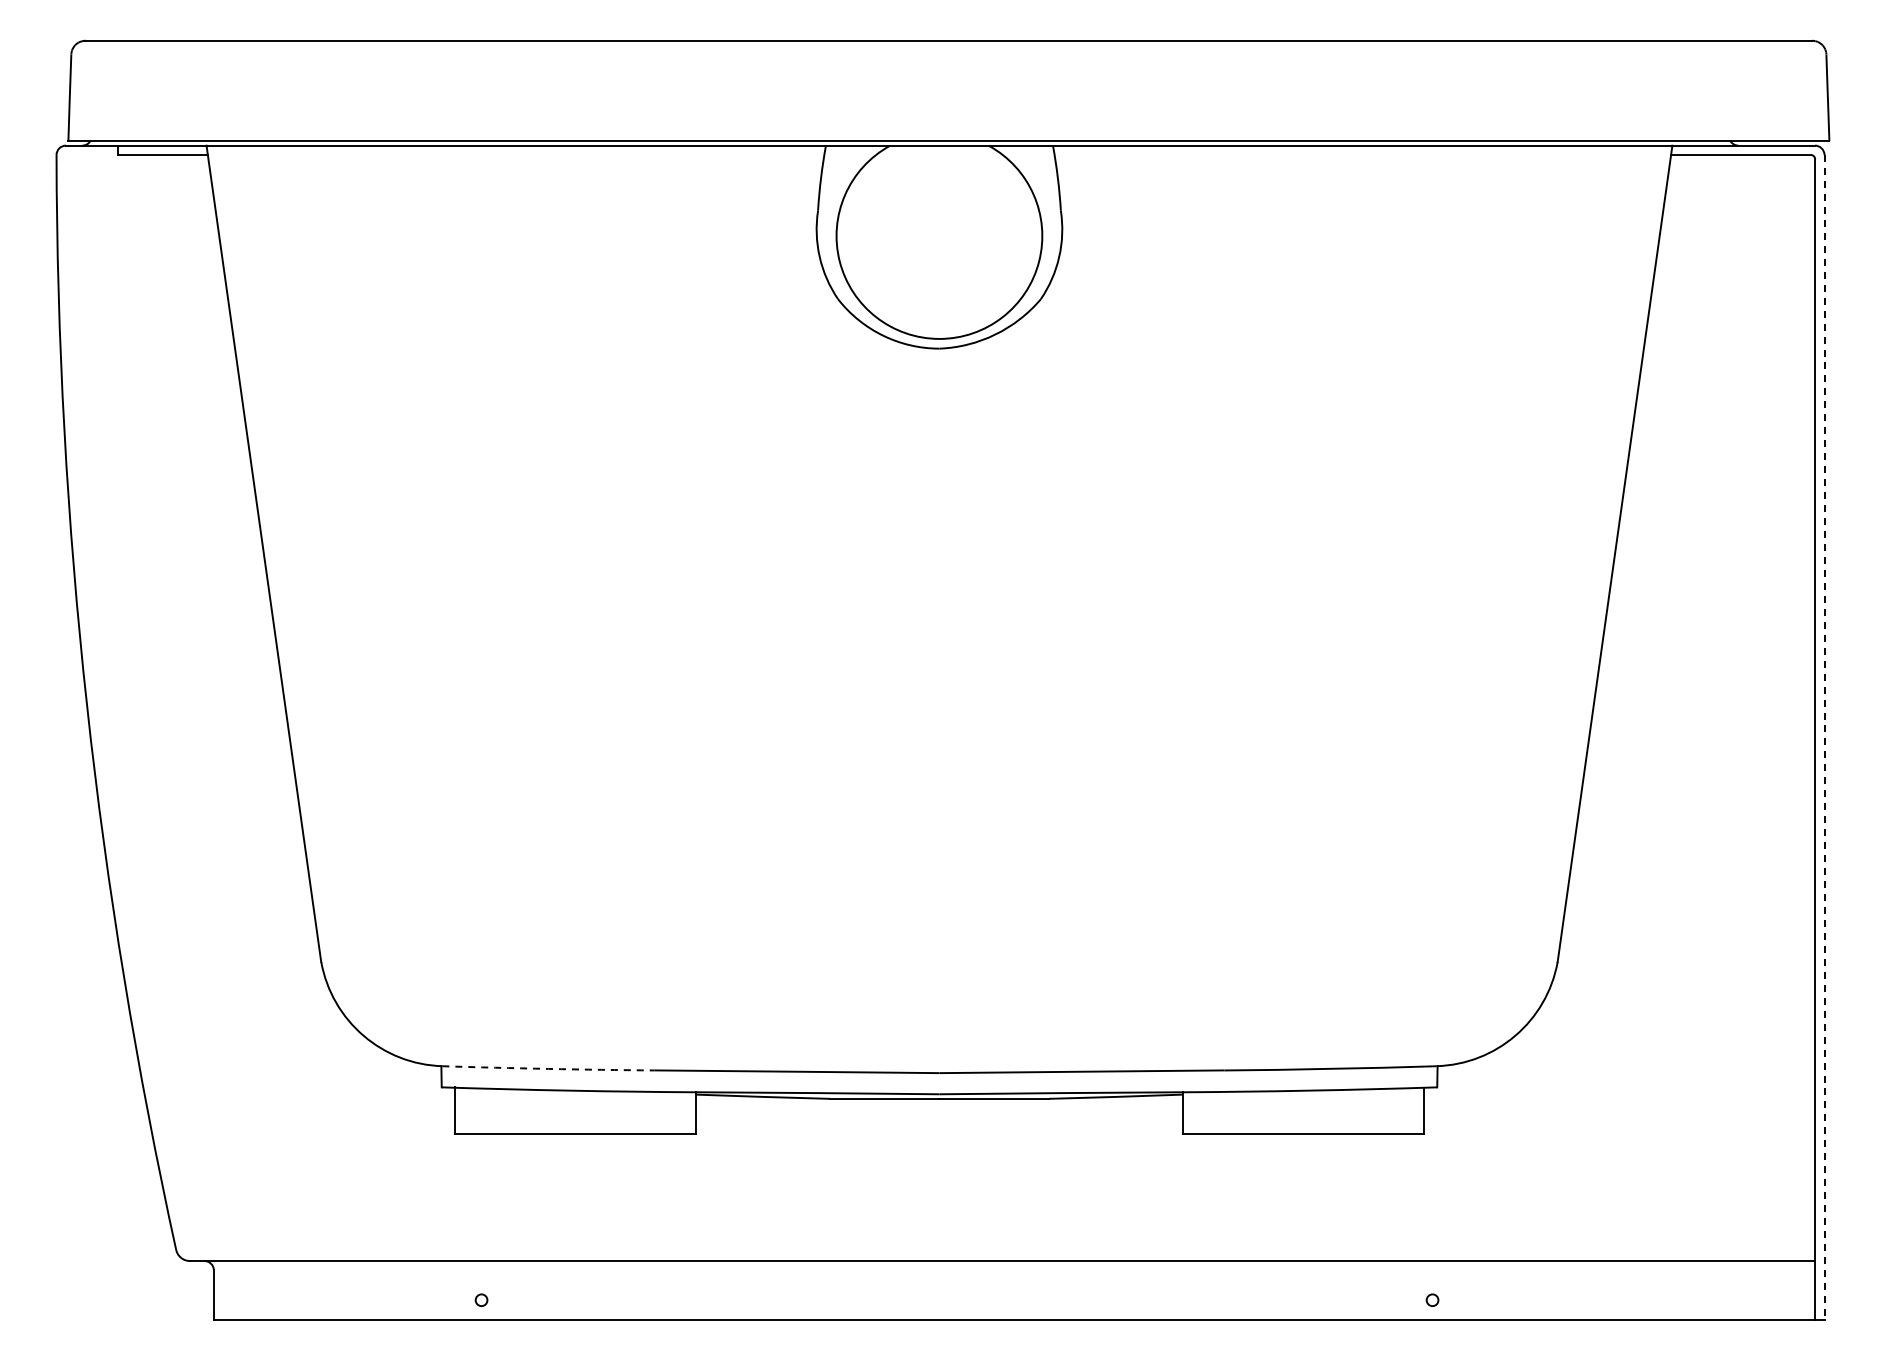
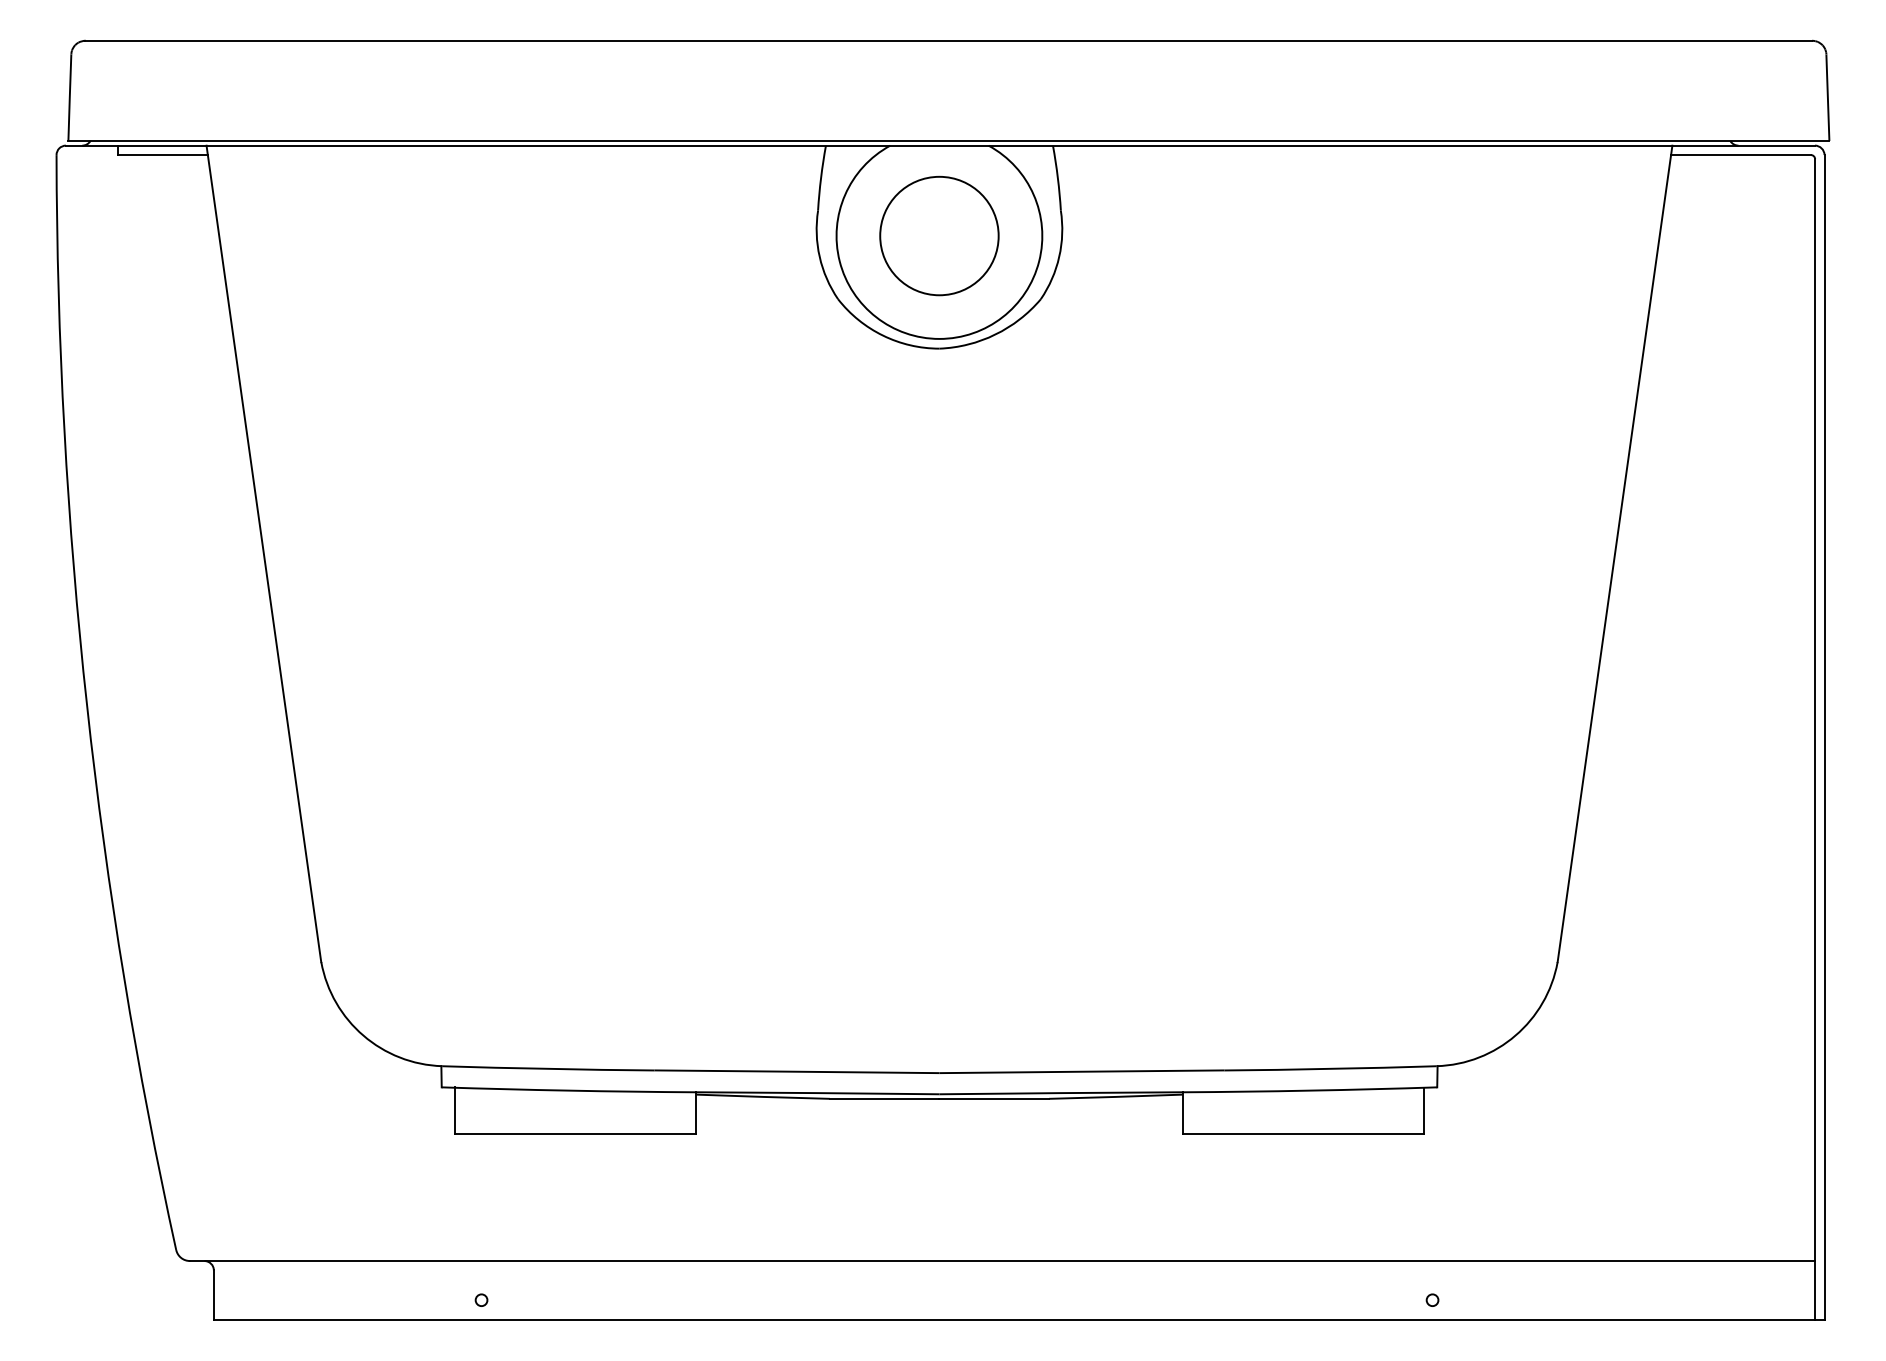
circle at (939, 235): none -> present
line at (1824, 737): dashed -> solid
arc at (548, 1068): dashed -> solid
